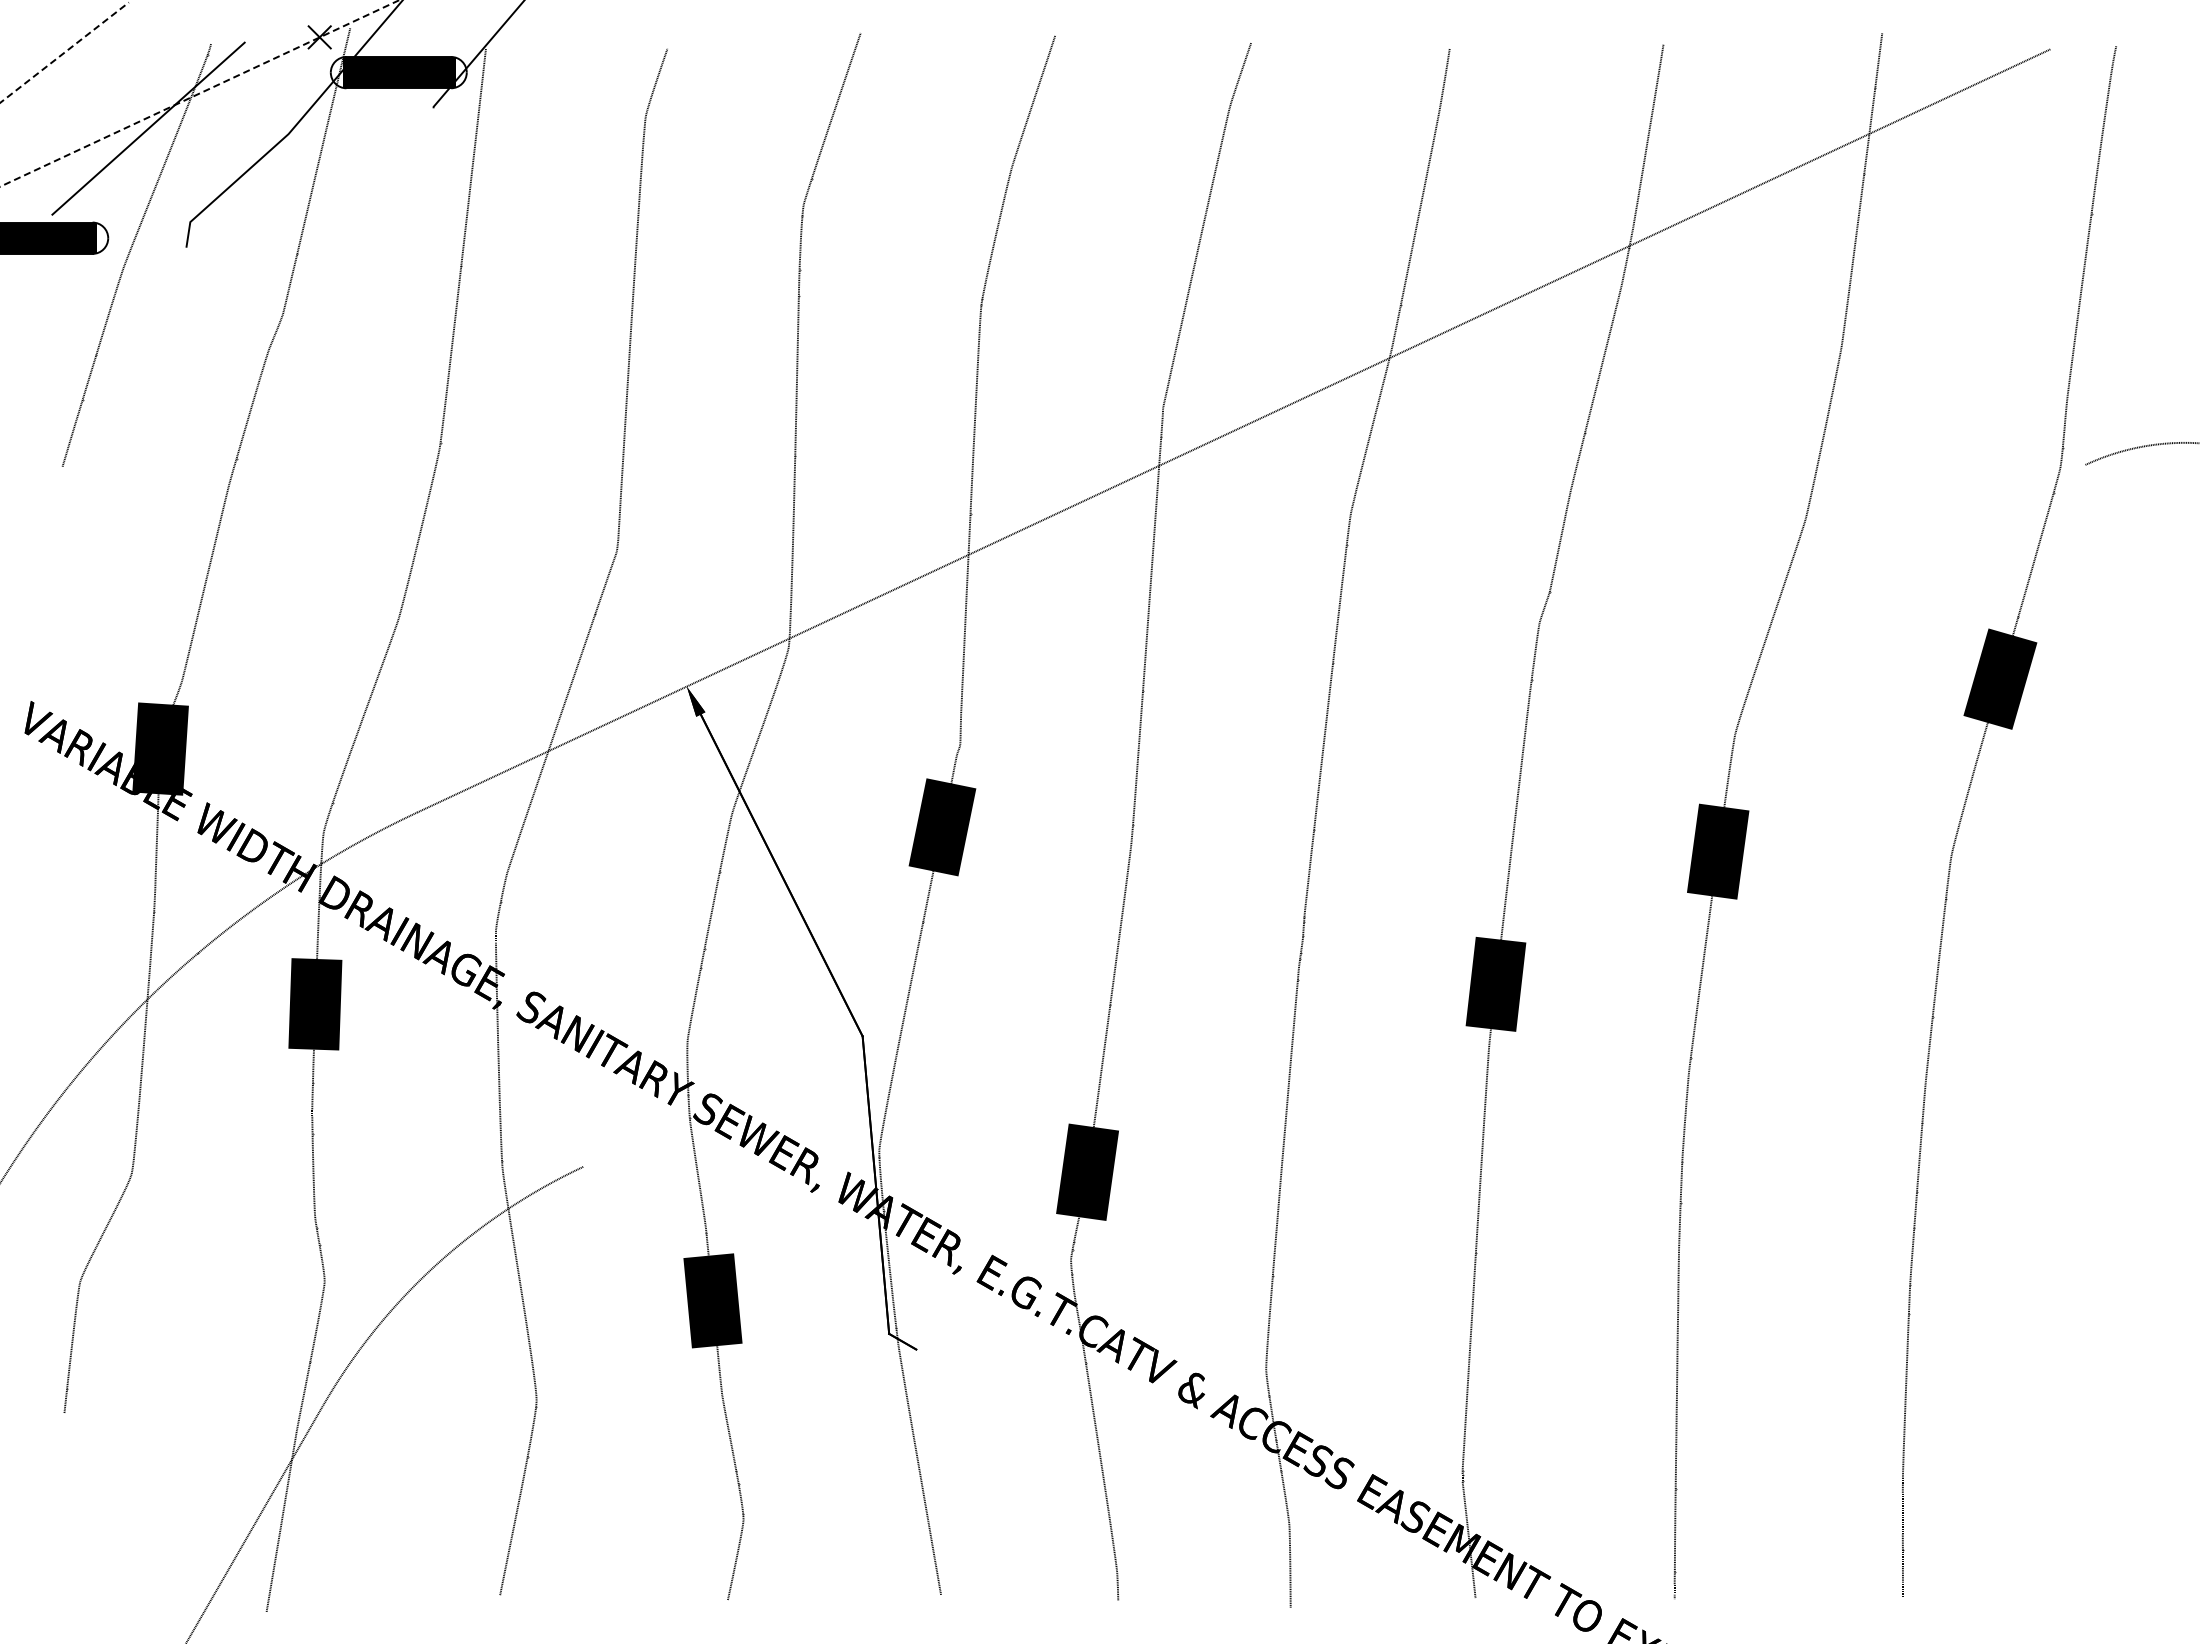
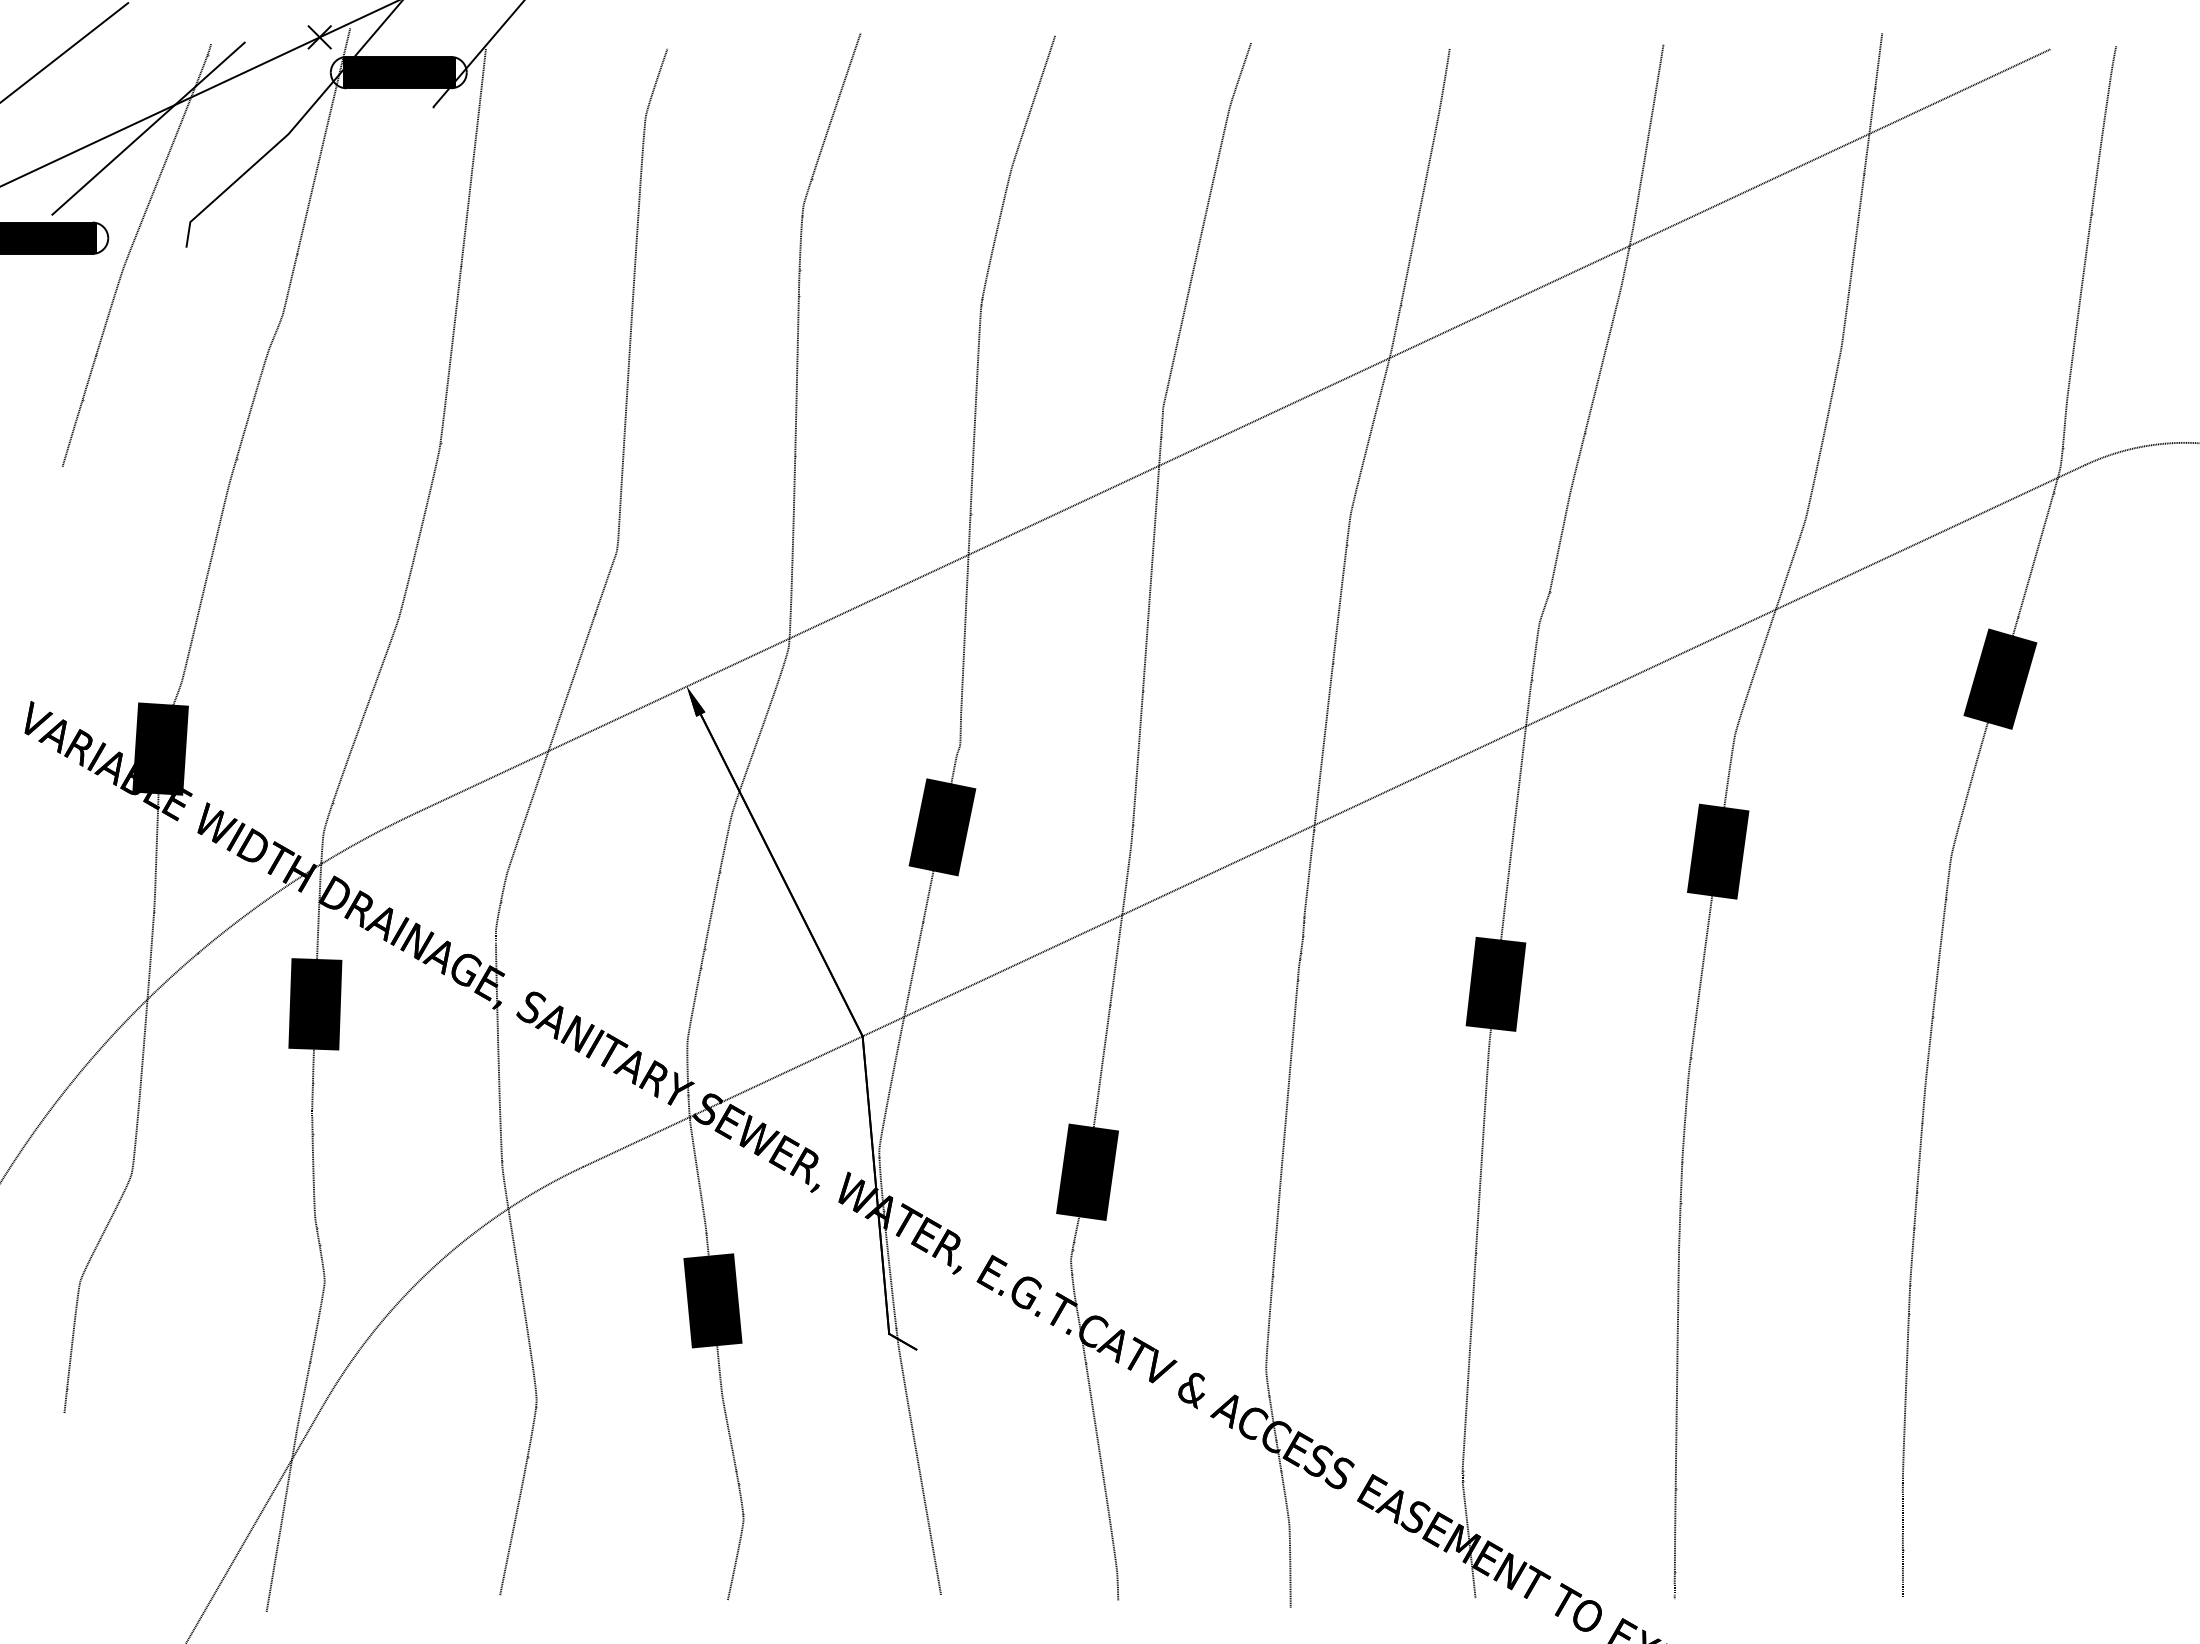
line at (65, 52): dashed -> solid
line at (199, 93): dashed -> solid
line at (1334, 815): none -> present
